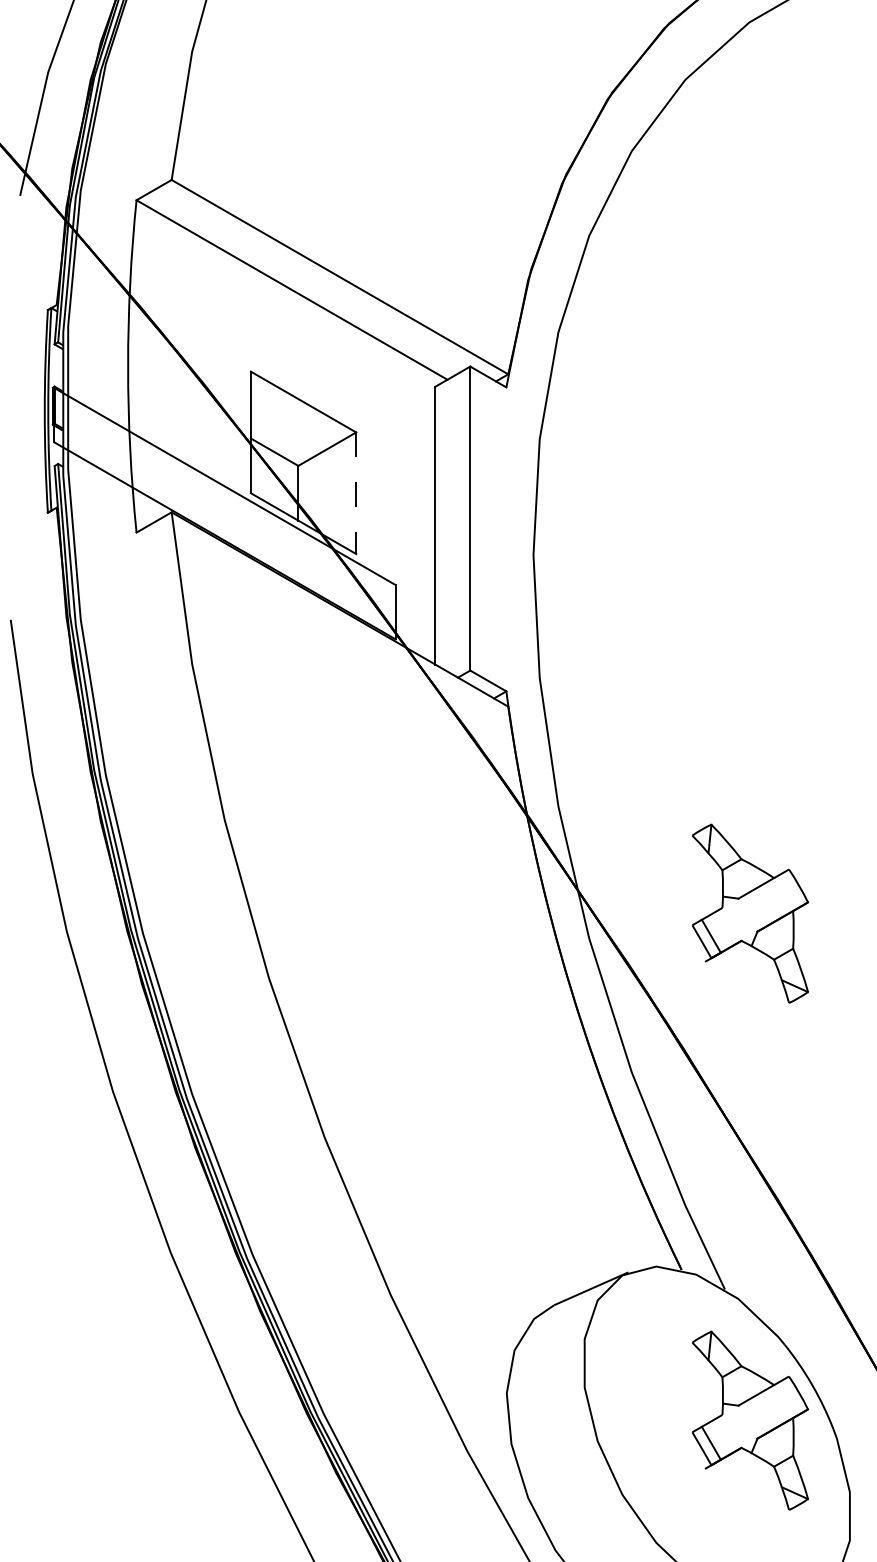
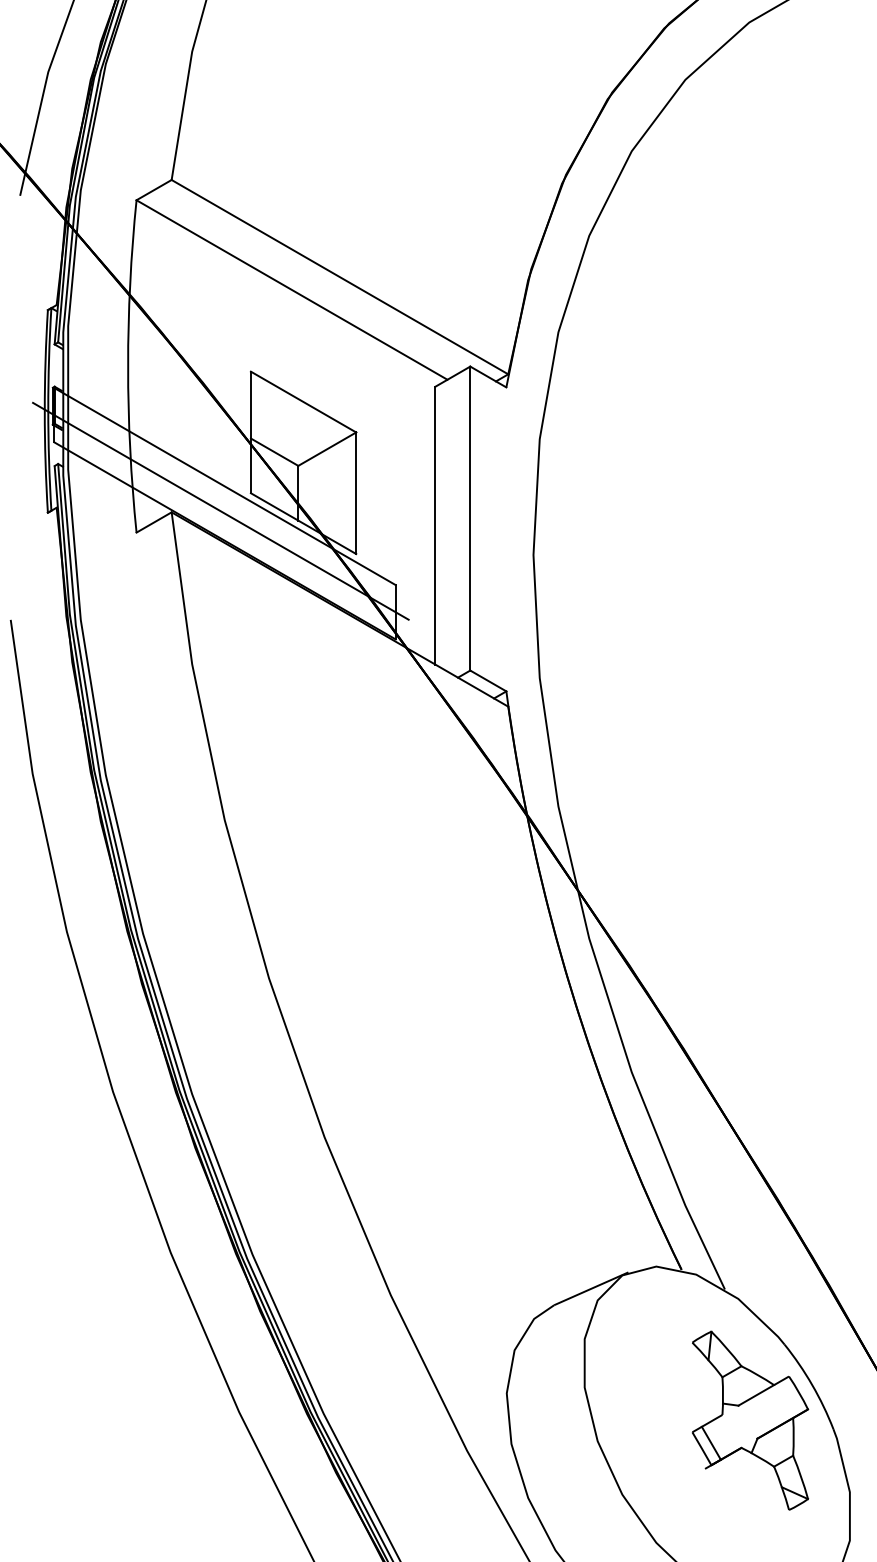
line at (356, 493): dashed -> solid
line at (220, 511): none -> present
part at (750, 913): present -> none
